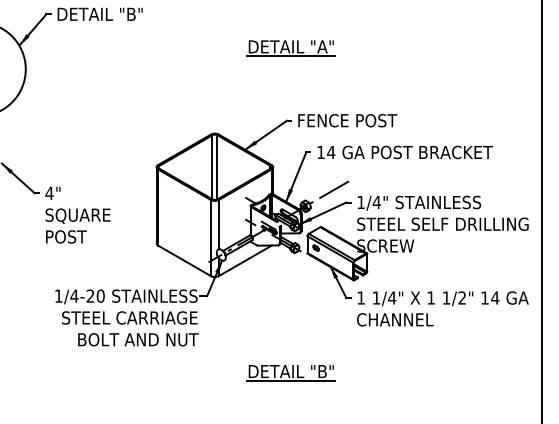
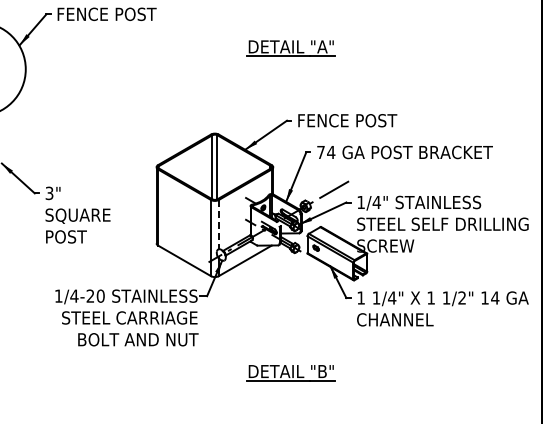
text at (107, 14): DETAIL "B" -> FENCE POST
text at (320, 152): 14 -> 74
text at (49, 193): 4" -> 3"
line at (218, 224): solid -> dashed
